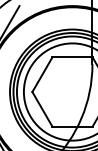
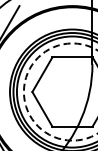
circle at (60, 91): solid -> dashed
